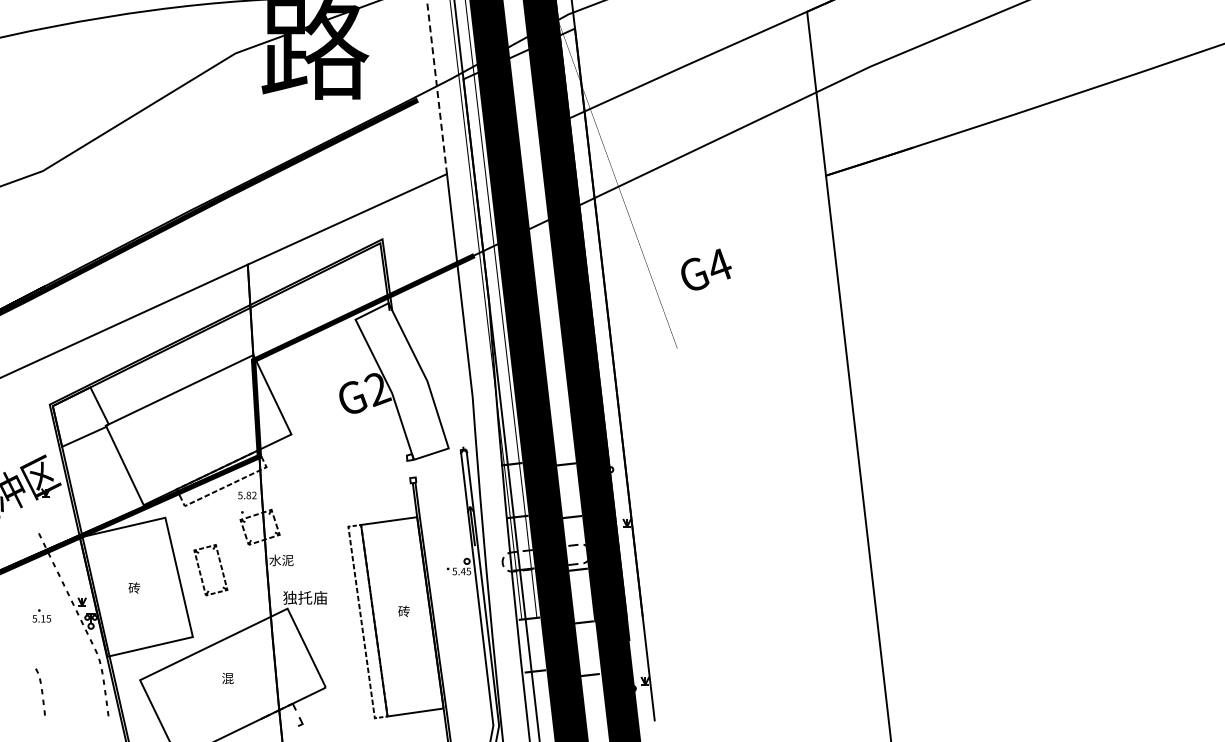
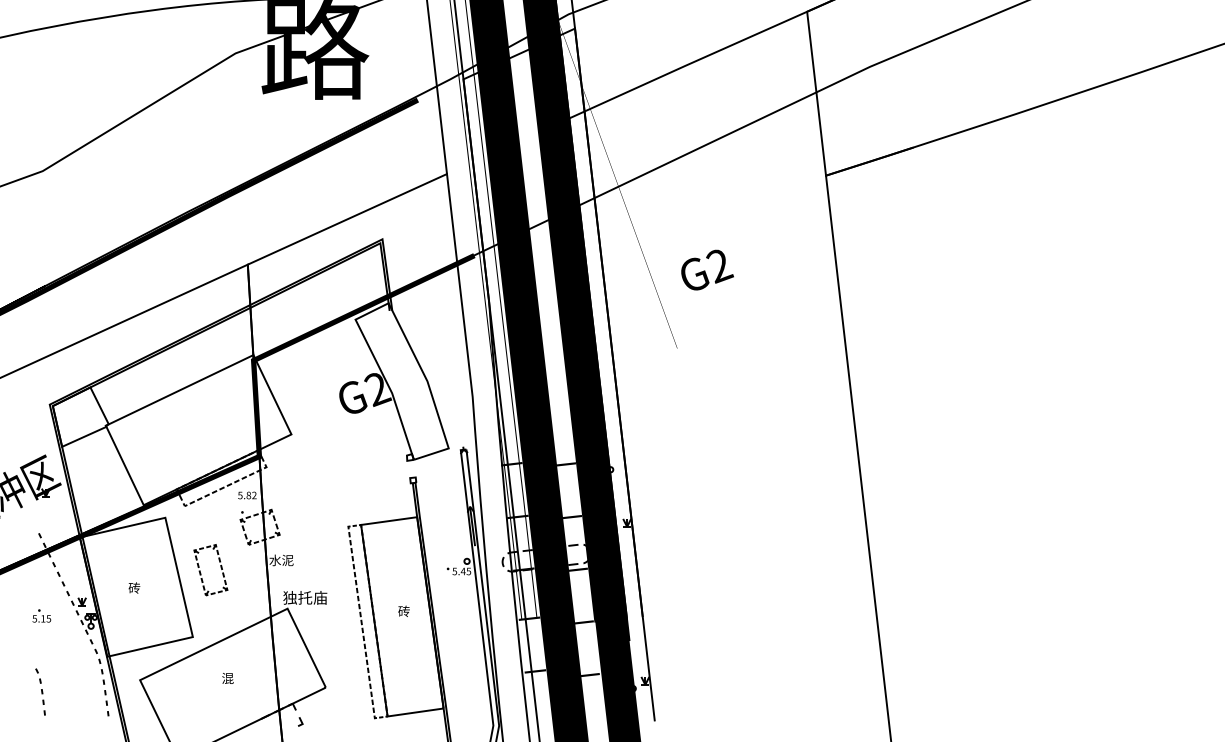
line at (437, 87): dashed -> solid
text at (719, 265): G4 -> G2
